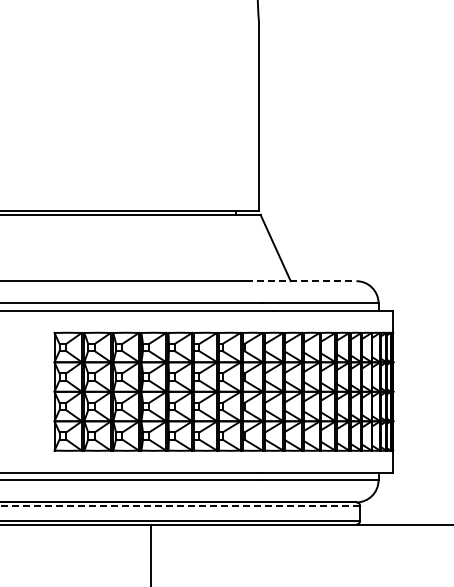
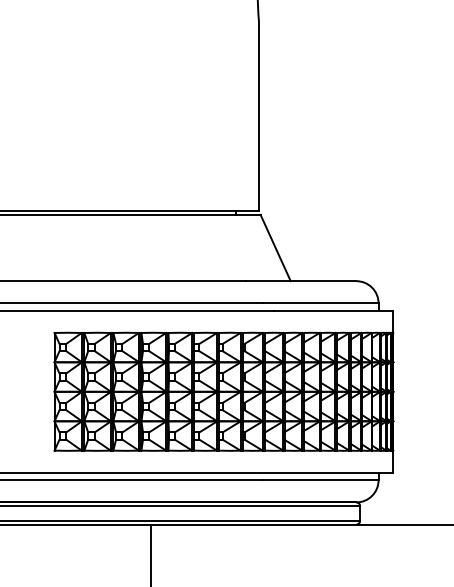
line at (301, 281): dashed -> solid
line at (180, 506): dashed -> solid
